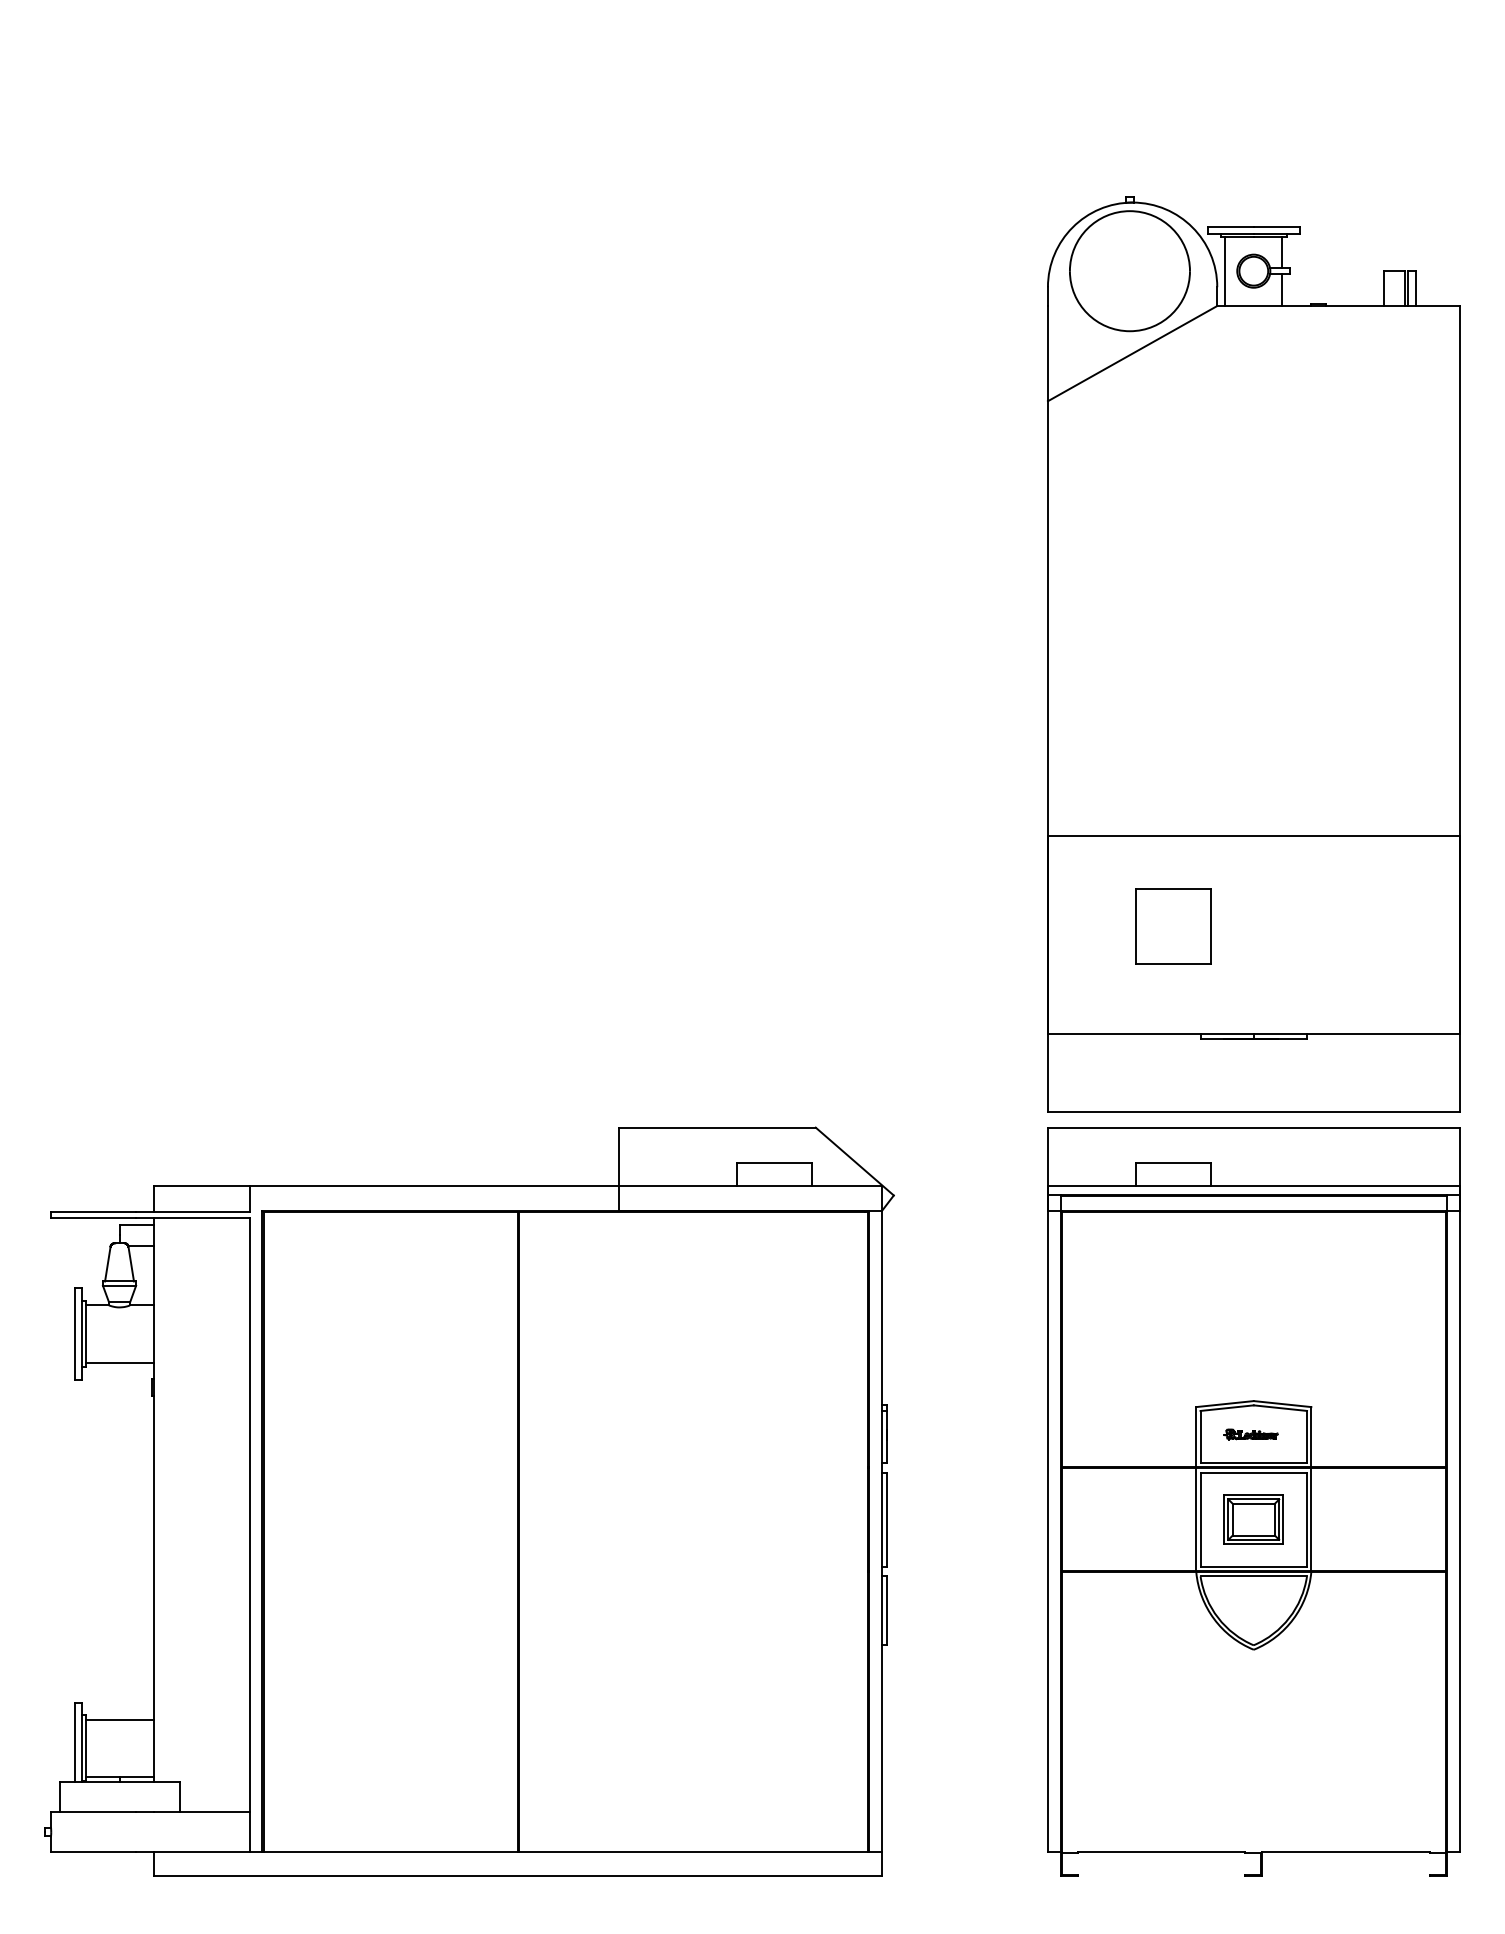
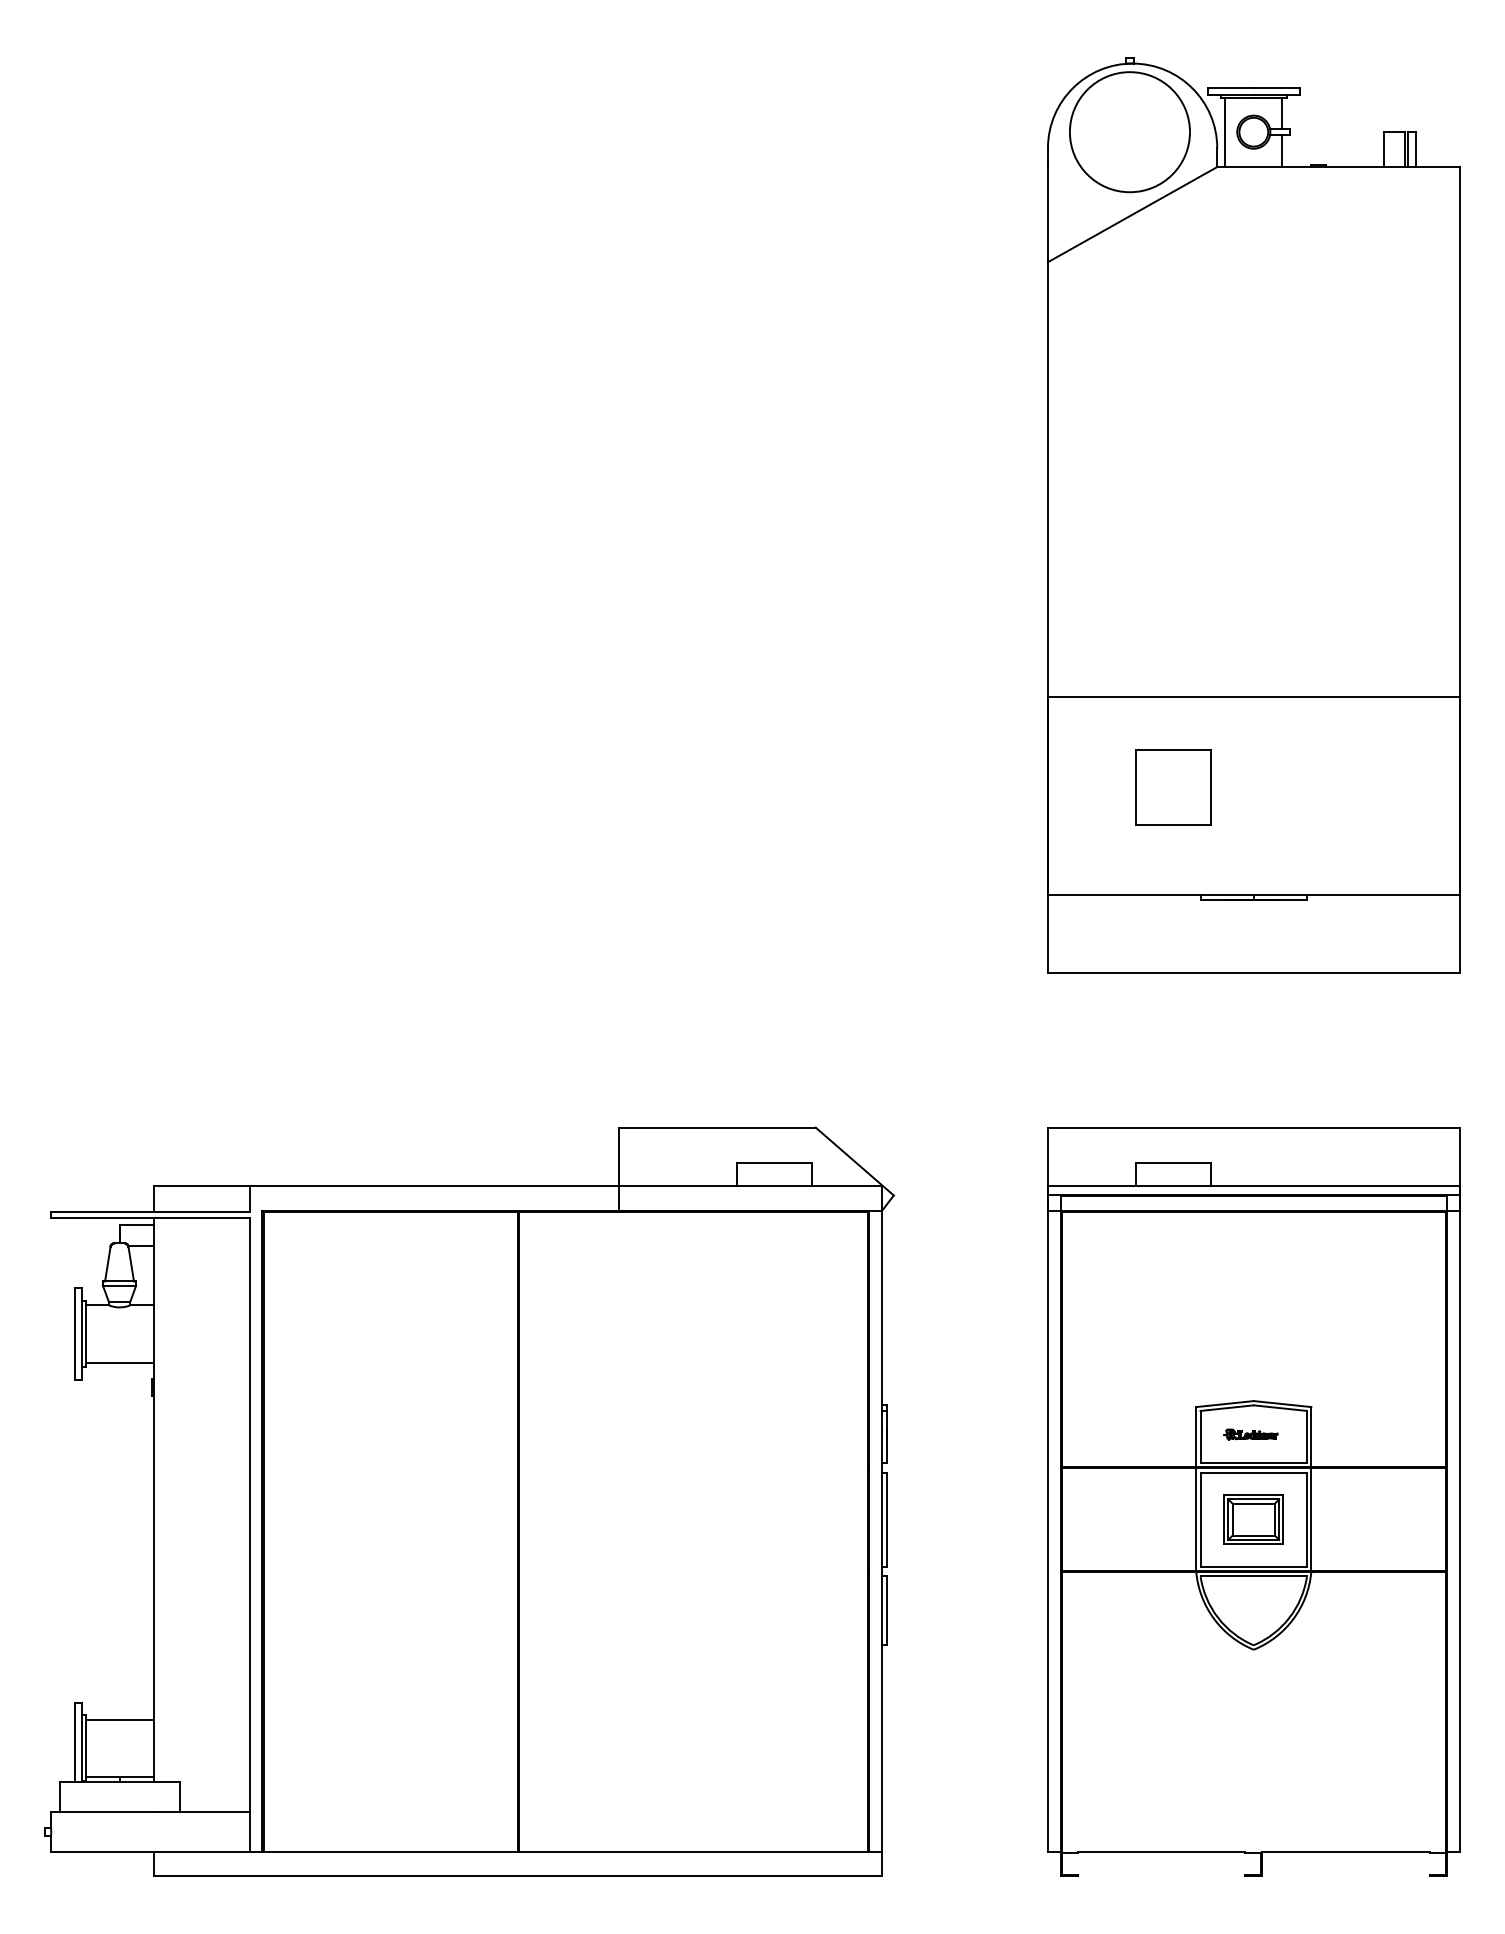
part at (1253, 654) position: (1253, 654) -> (1253, 515)
